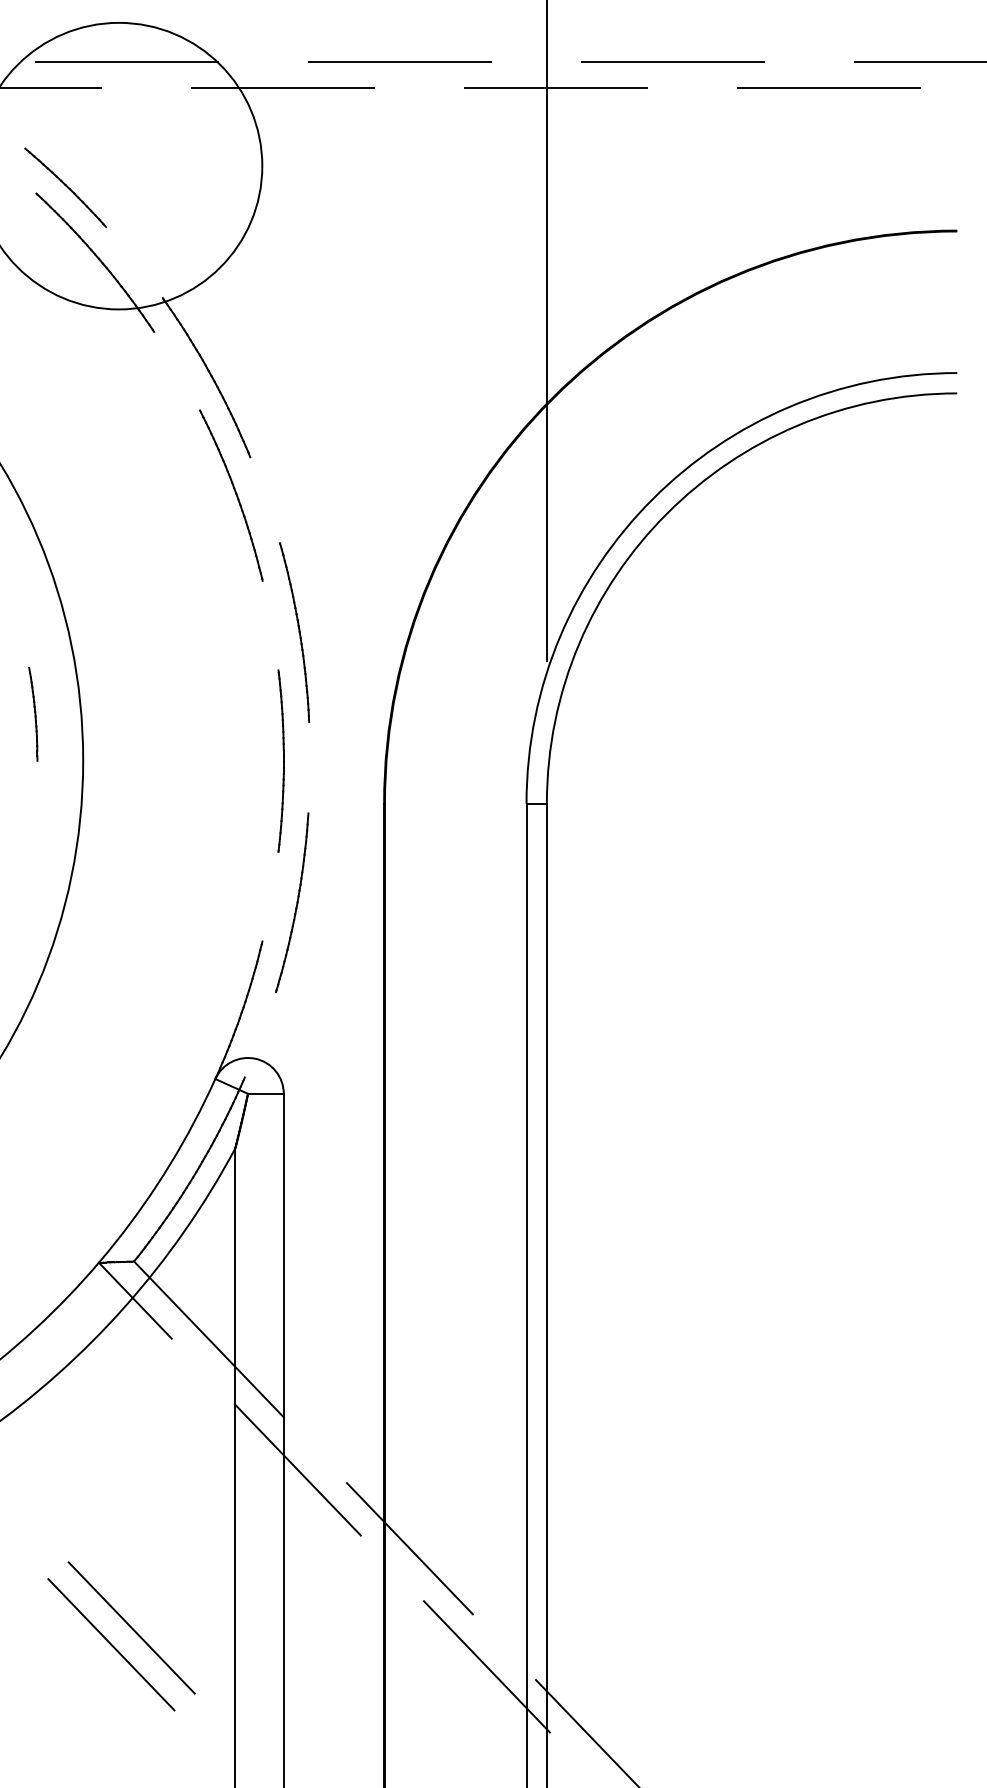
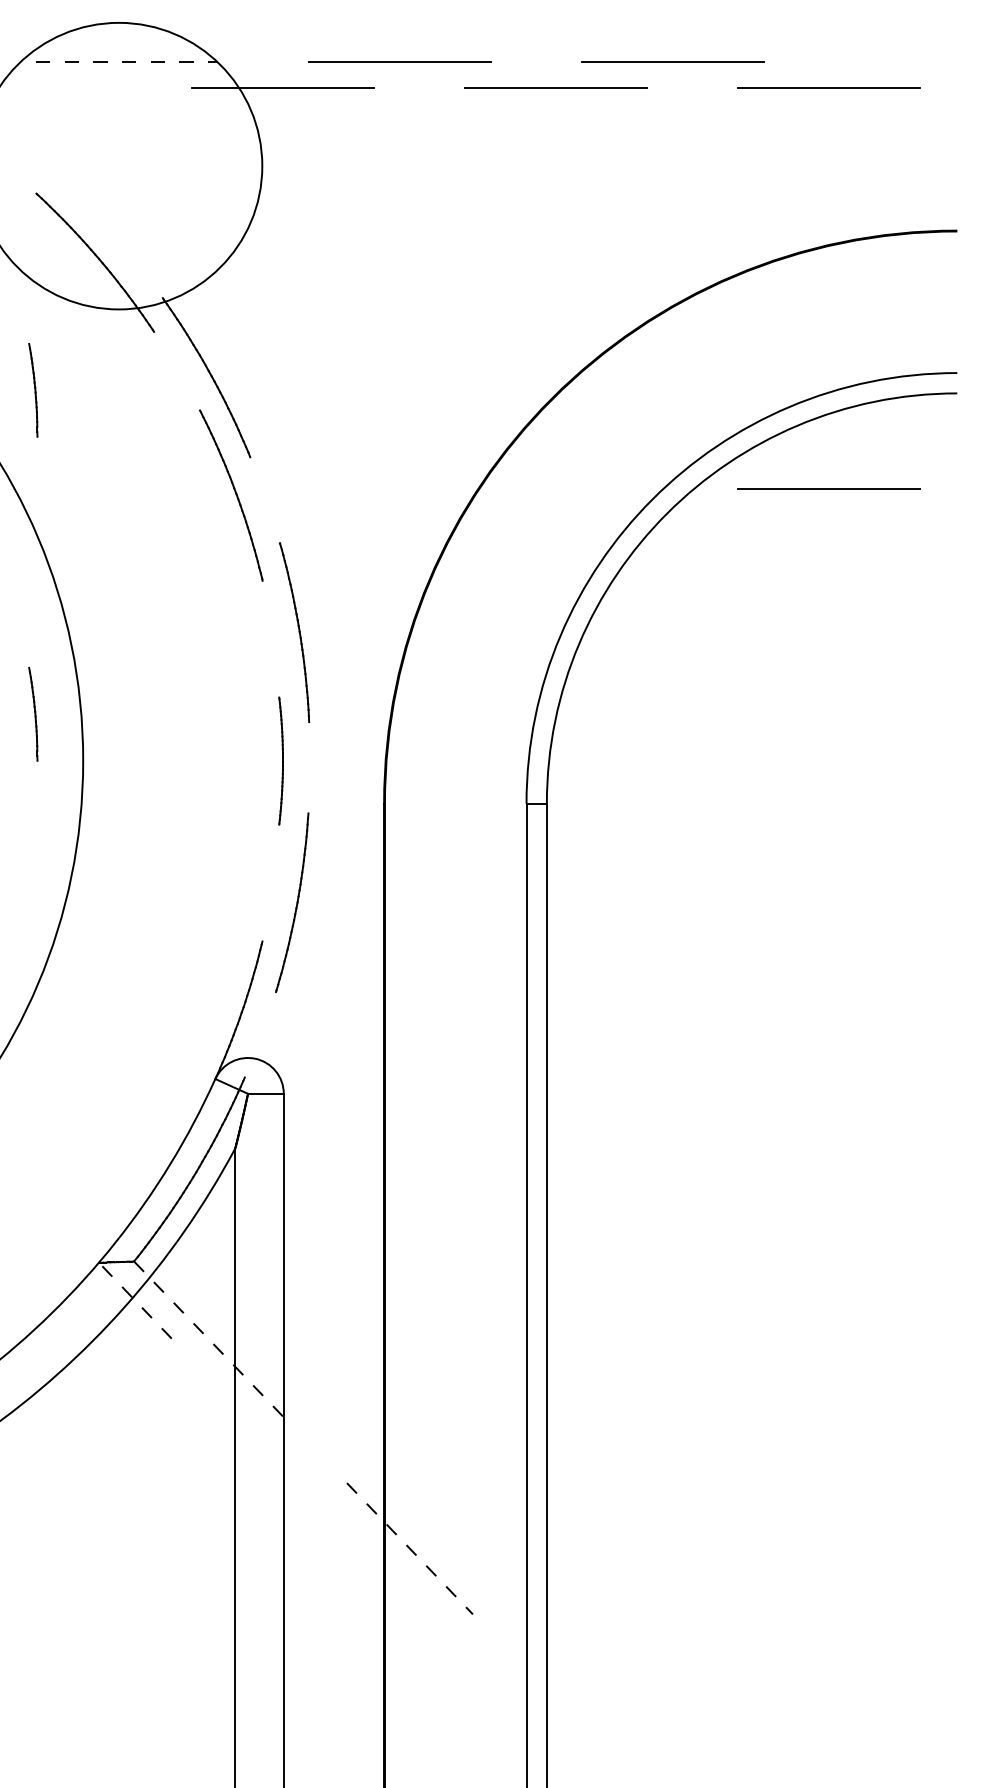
line at (126, 61): solid -> dashed
line at (918, 61): present -> none
line at (51, 87): present -> none
part at (65, 187): present -> none
line at (546, 331): present -> none
part at (33, 390): none -> present
line at (828, 488): none -> present
part at (280, 760) size: 8x184 px -> 6x130 px
line at (135, 1300): solid -> dashed
line at (209, 1339): solid -> dashed
line at (297, 1469): present -> none
line at (409, 1548): solid -> dashed
line at (131, 1627): present -> none
line at (111, 1644): present -> none
line at (486, 1666): present -> none
line at (586, 1732): present -> none
